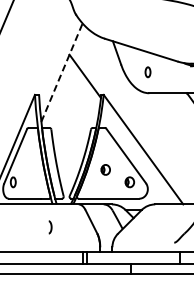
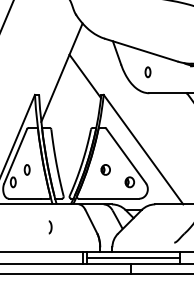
line at (62, 72): dashed -> solid
part at (26, 169): none -> present
line at (133, 257): none -> present
